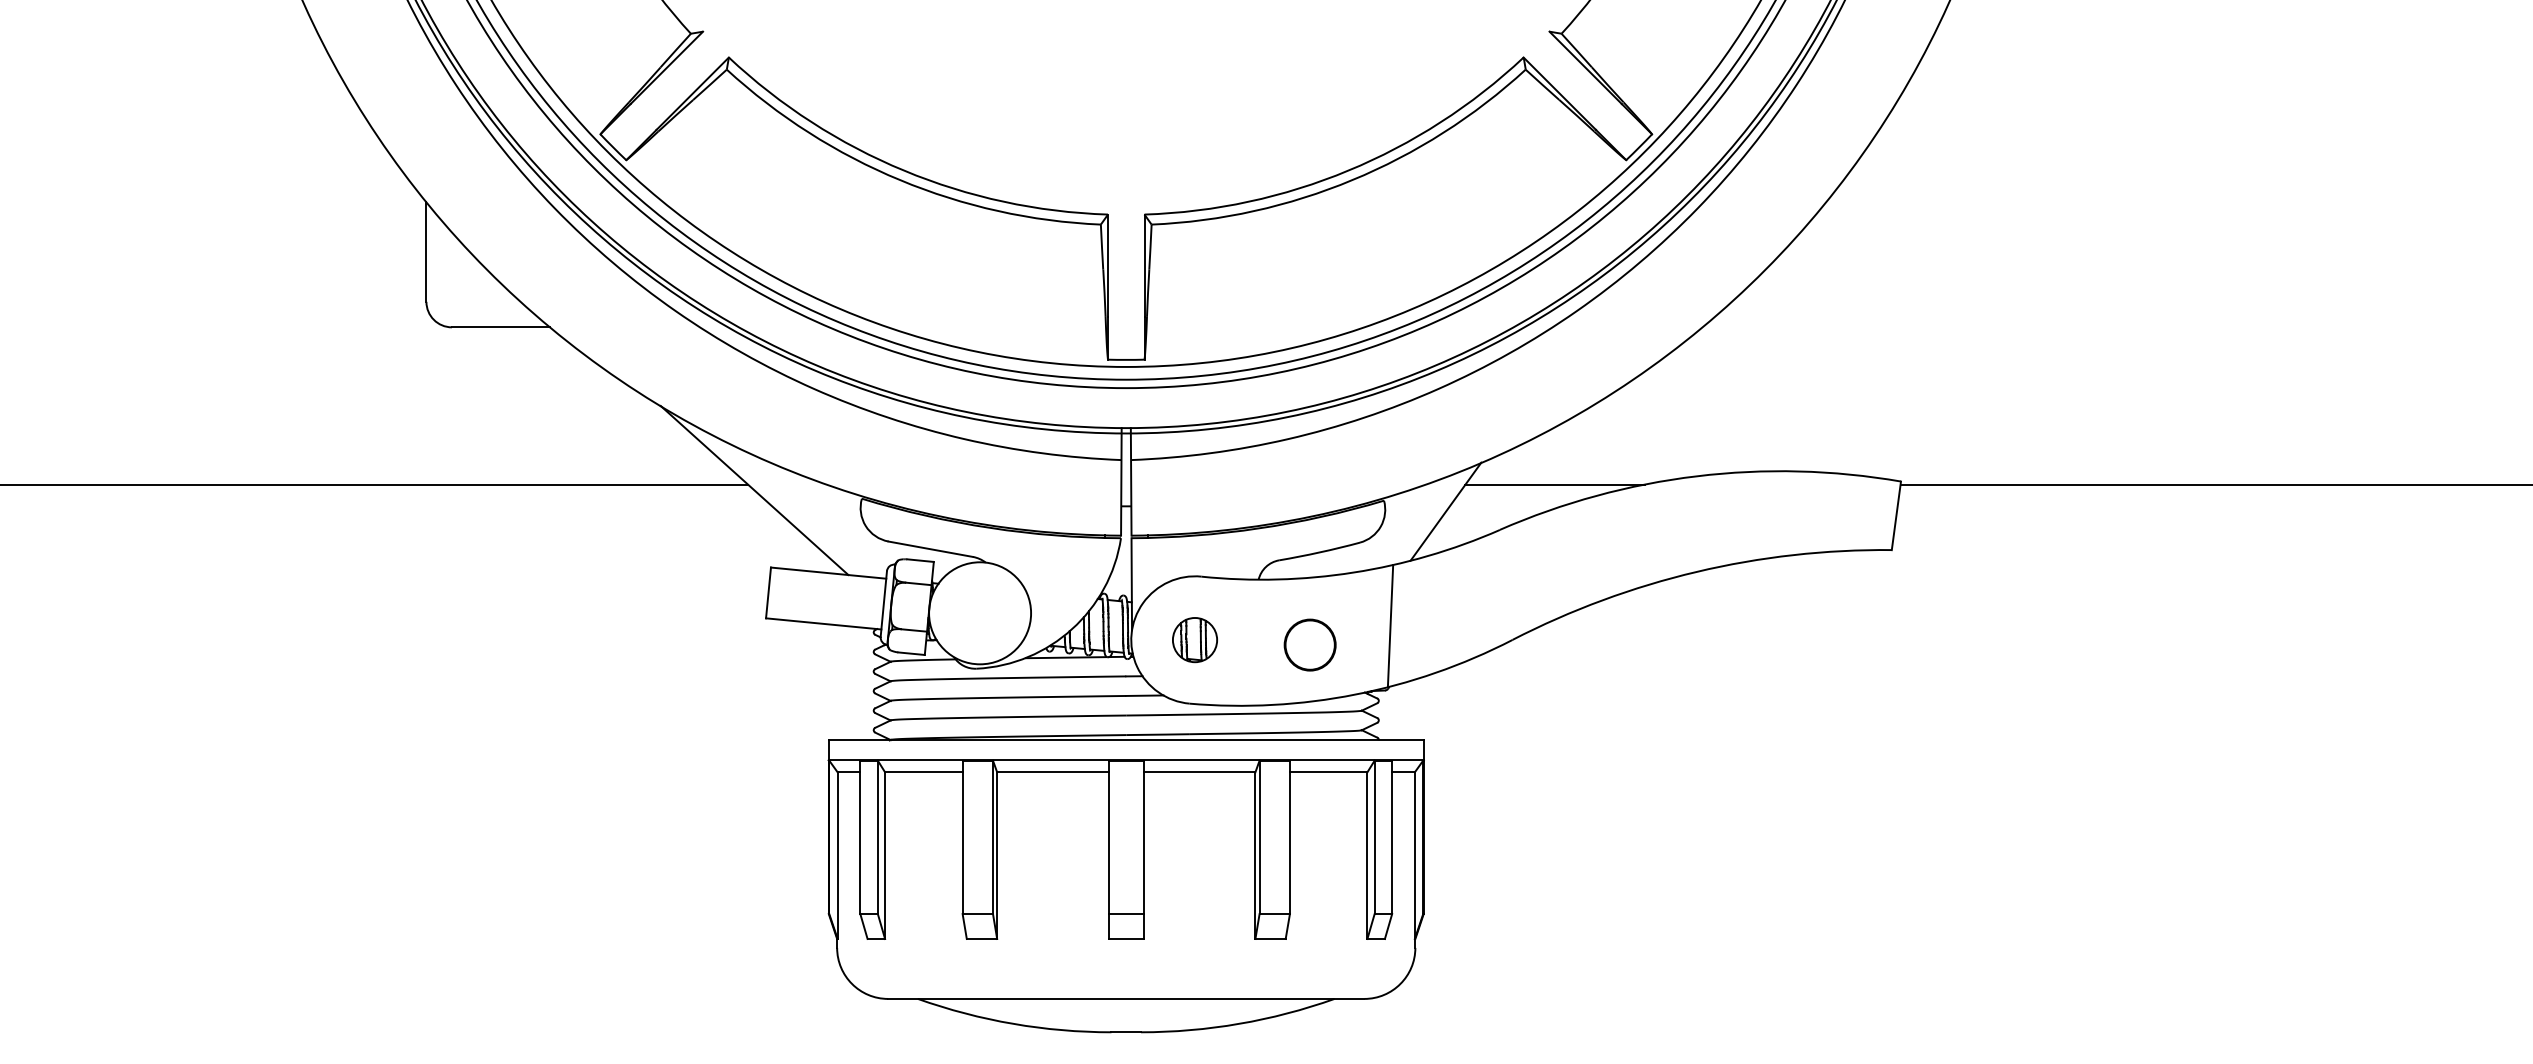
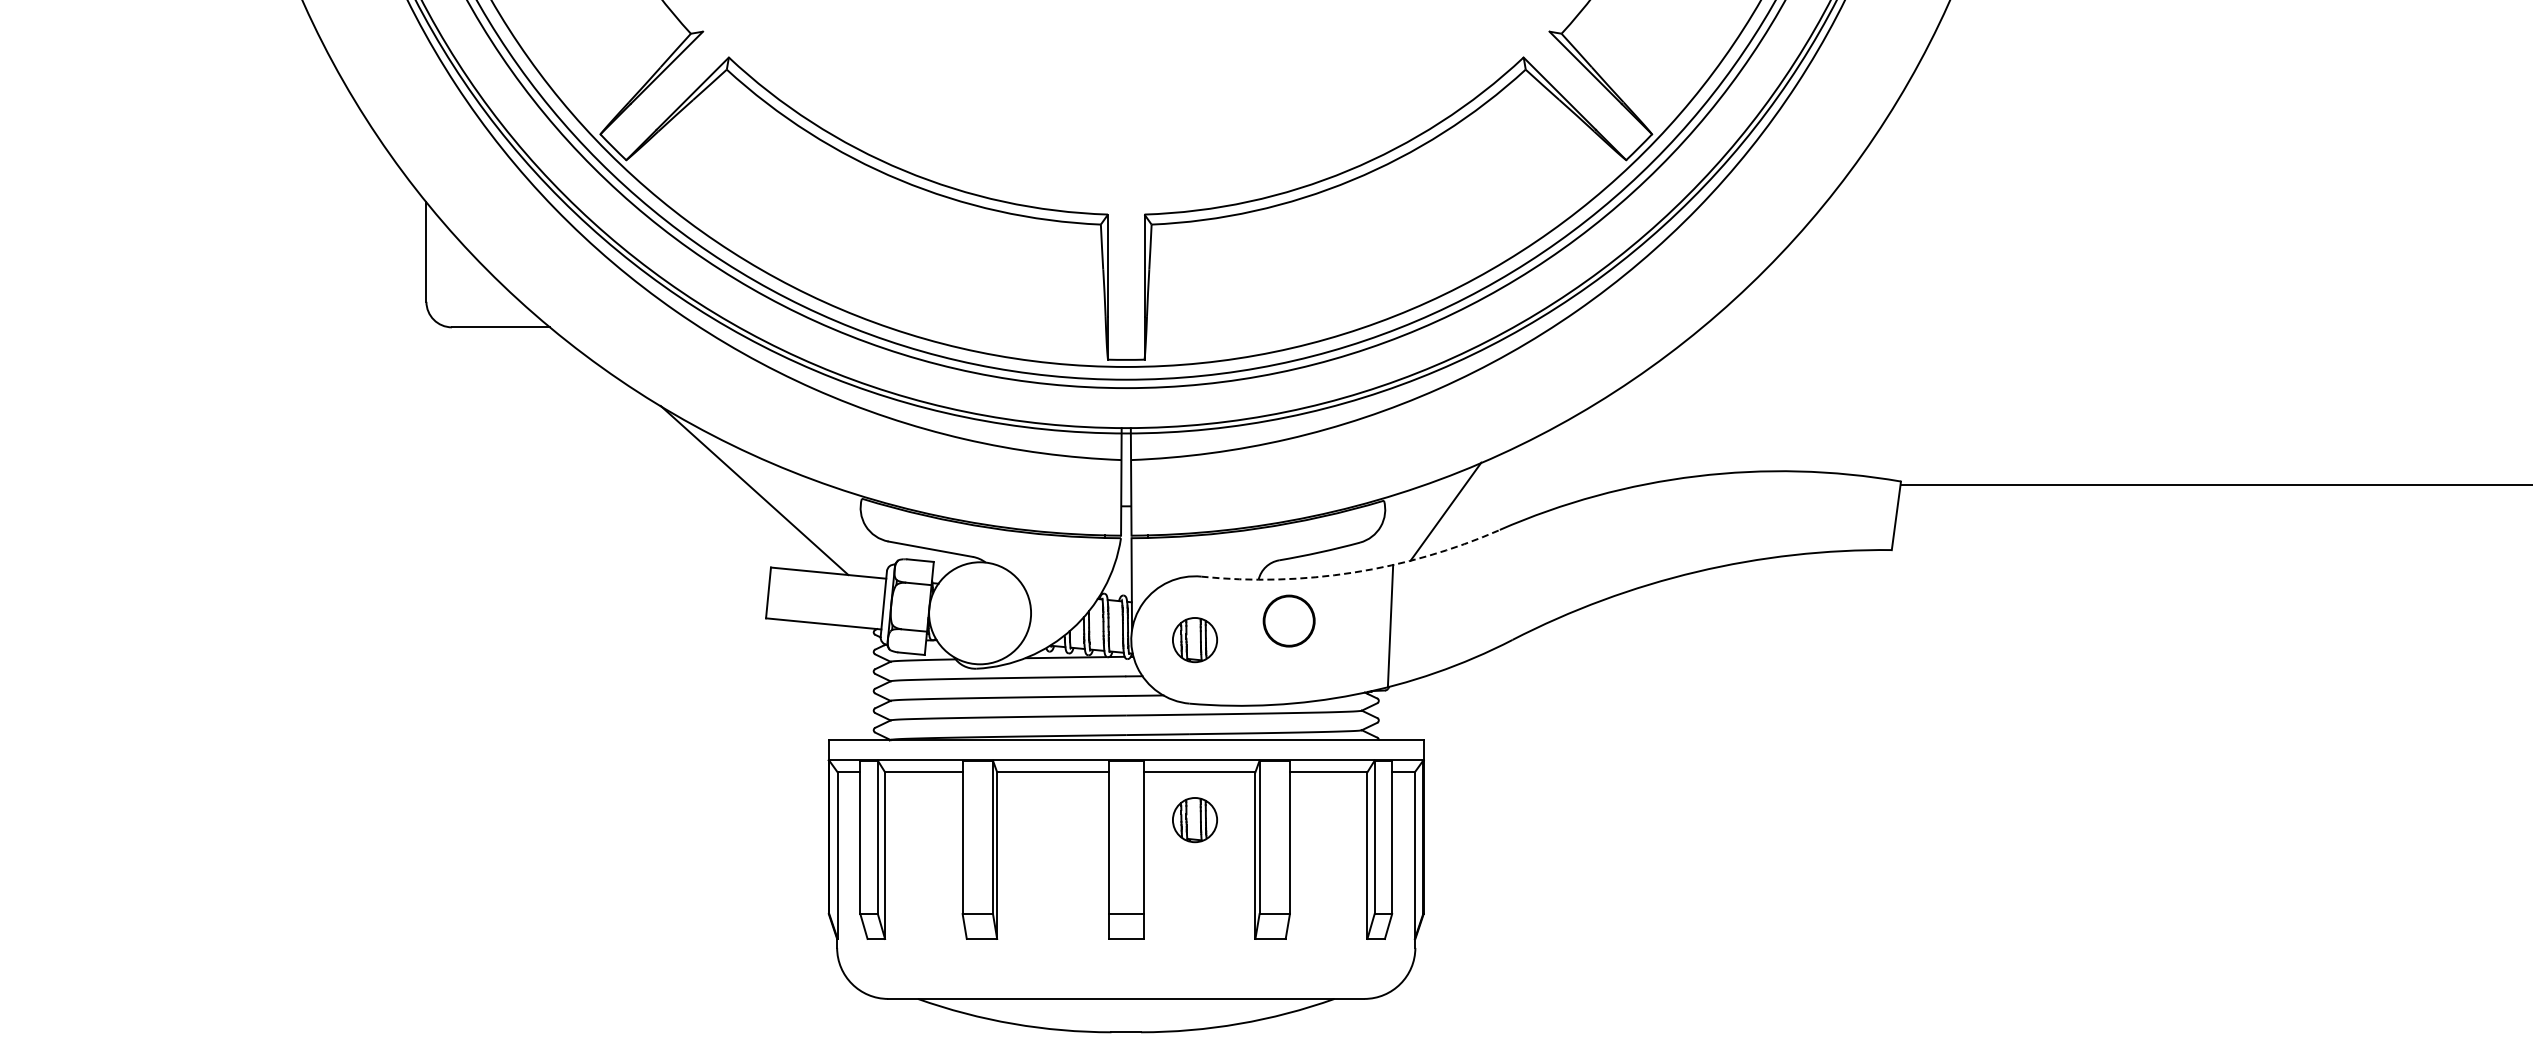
line at (375, 484): present -> none
line at (1554, 484): present -> none
arc at (1353, 572): solid -> dashed
circle at (1309, 644) position: (1309, 644) -> (1288, 620)
part at (1194, 820): none -> present
